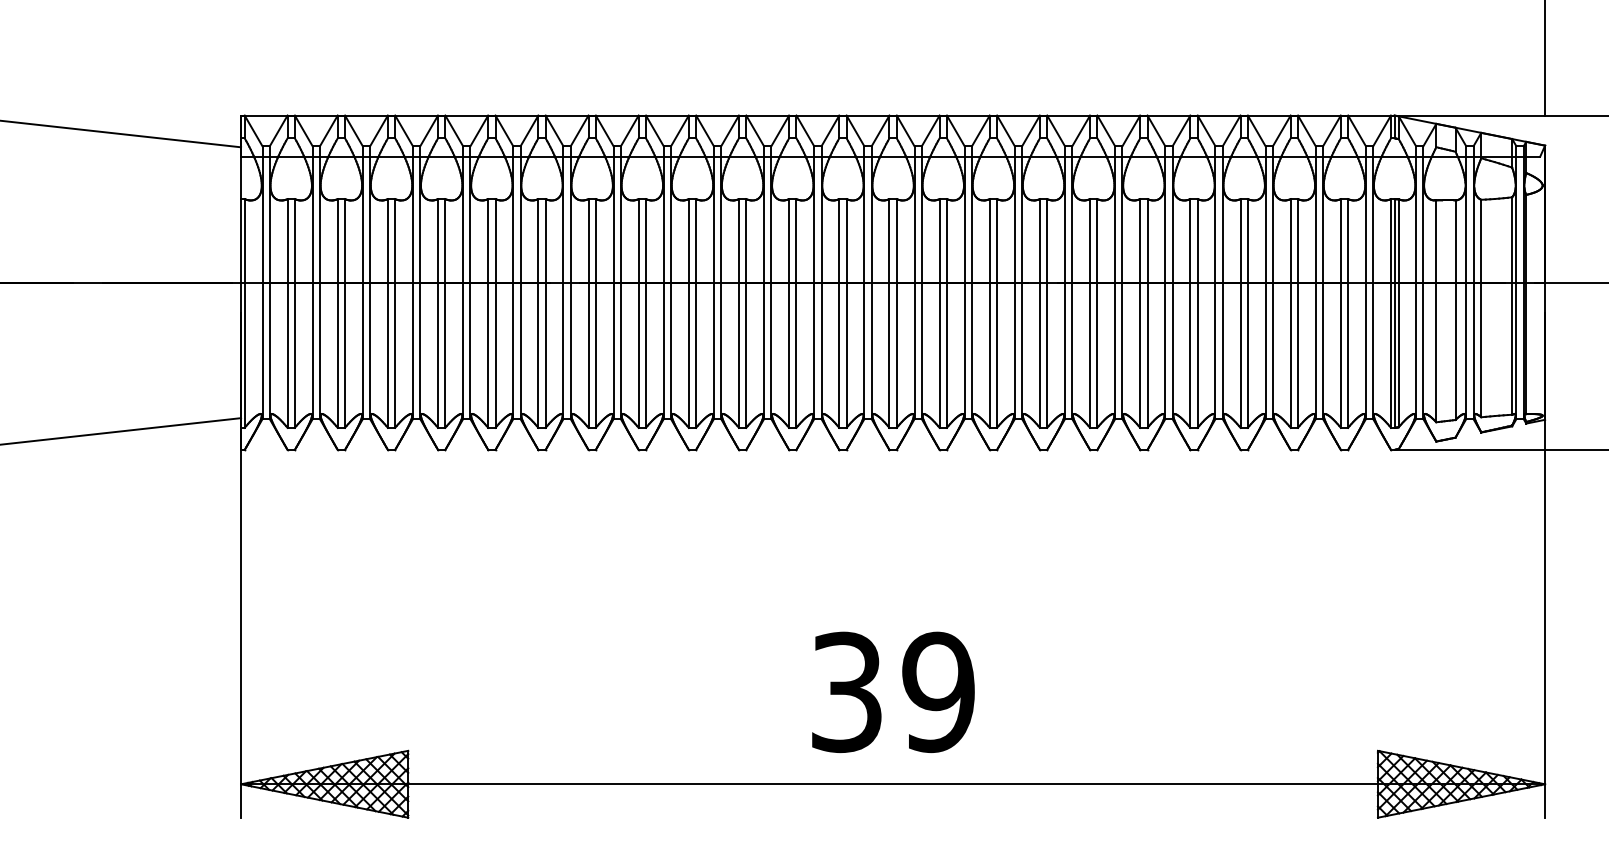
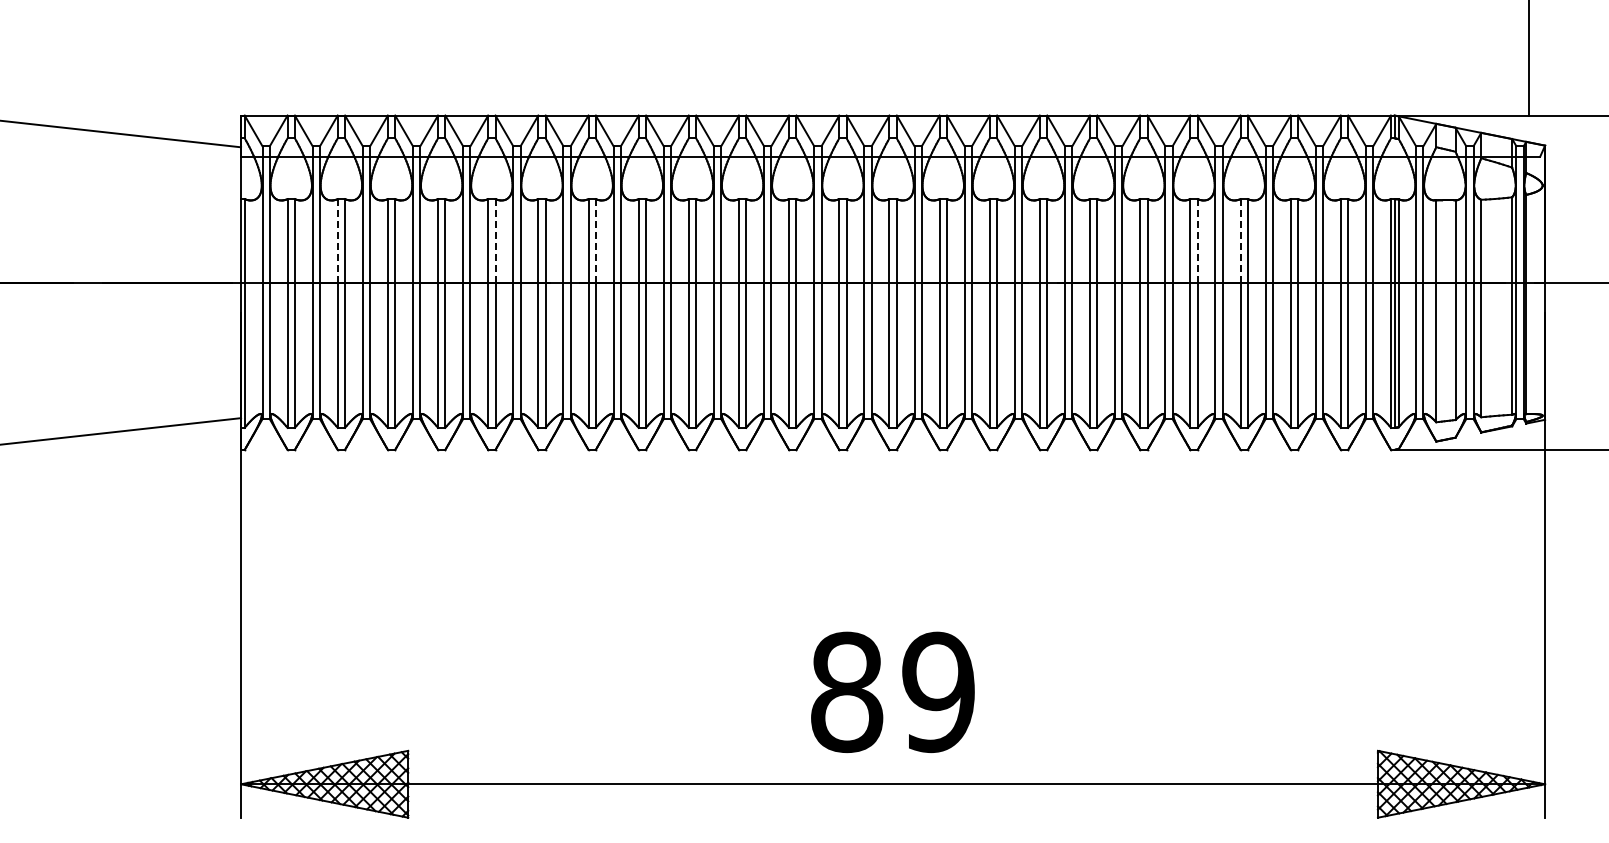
line at (1545, 58) position: (1545, 58) -> (1529, 58)
line at (337, 240): solid -> dashed
line at (495, 240): solid -> dashed
line at (595, 240): solid -> dashed
line at (1197, 240): solid -> dashed
line at (1240, 240): solid -> dashed
text at (847, 692): 39 -> 89
